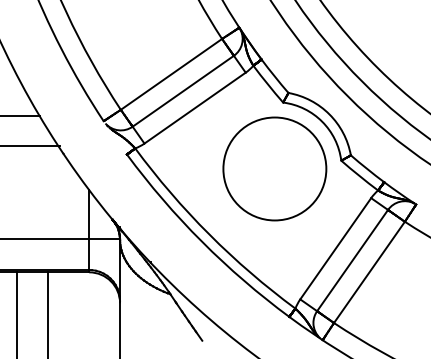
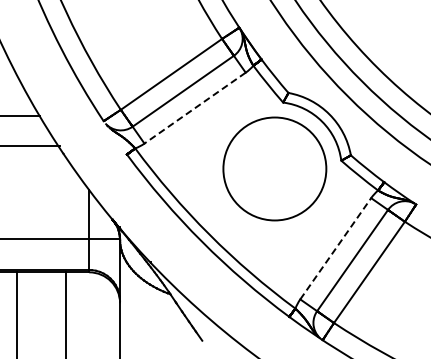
line at (195, 108): solid -> dashed
line at (335, 248): solid -> dashed
line at (48, 313) position: (48, 313) -> (66, 313)
